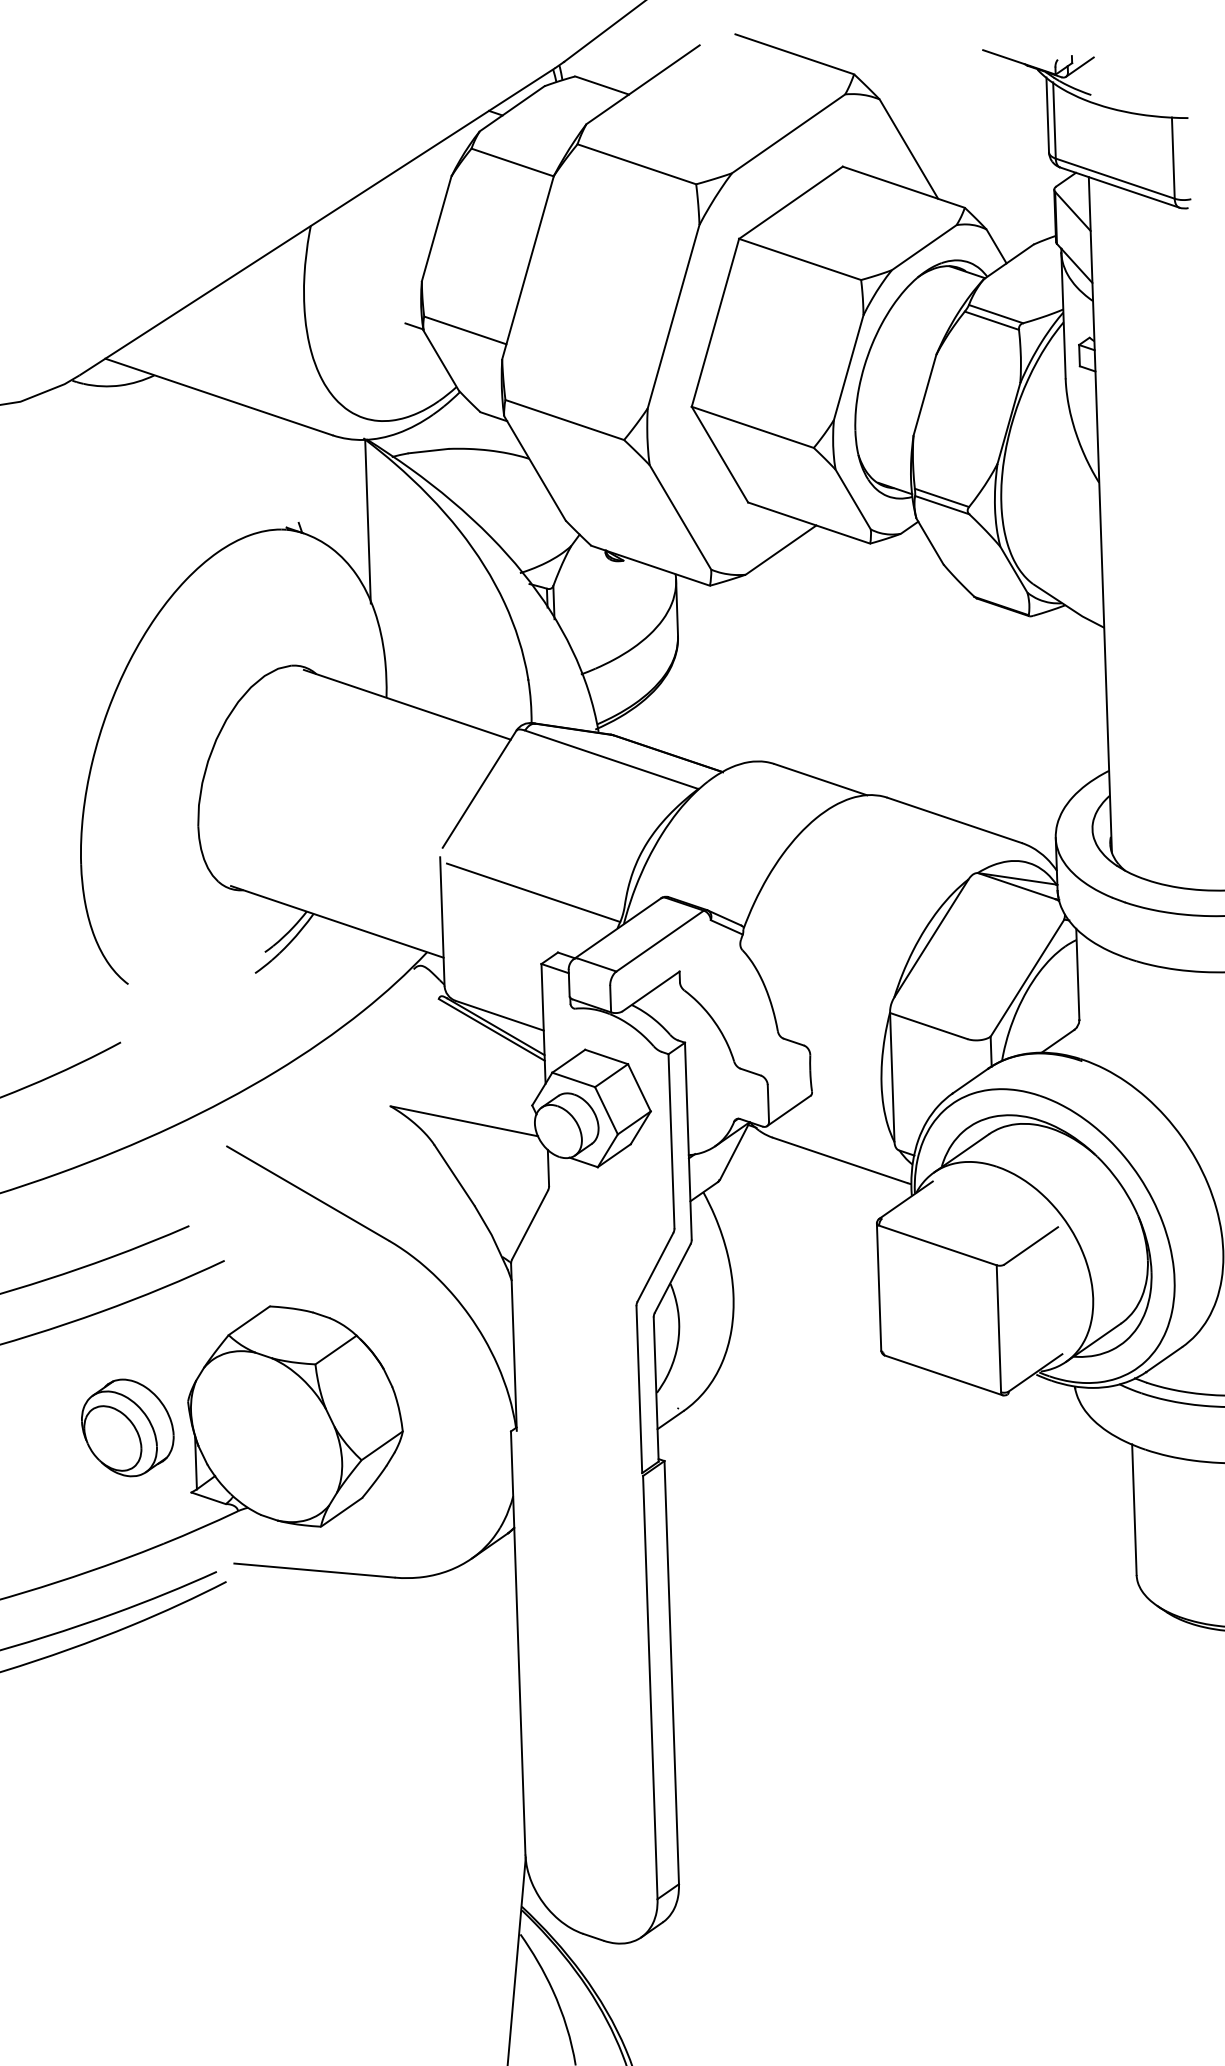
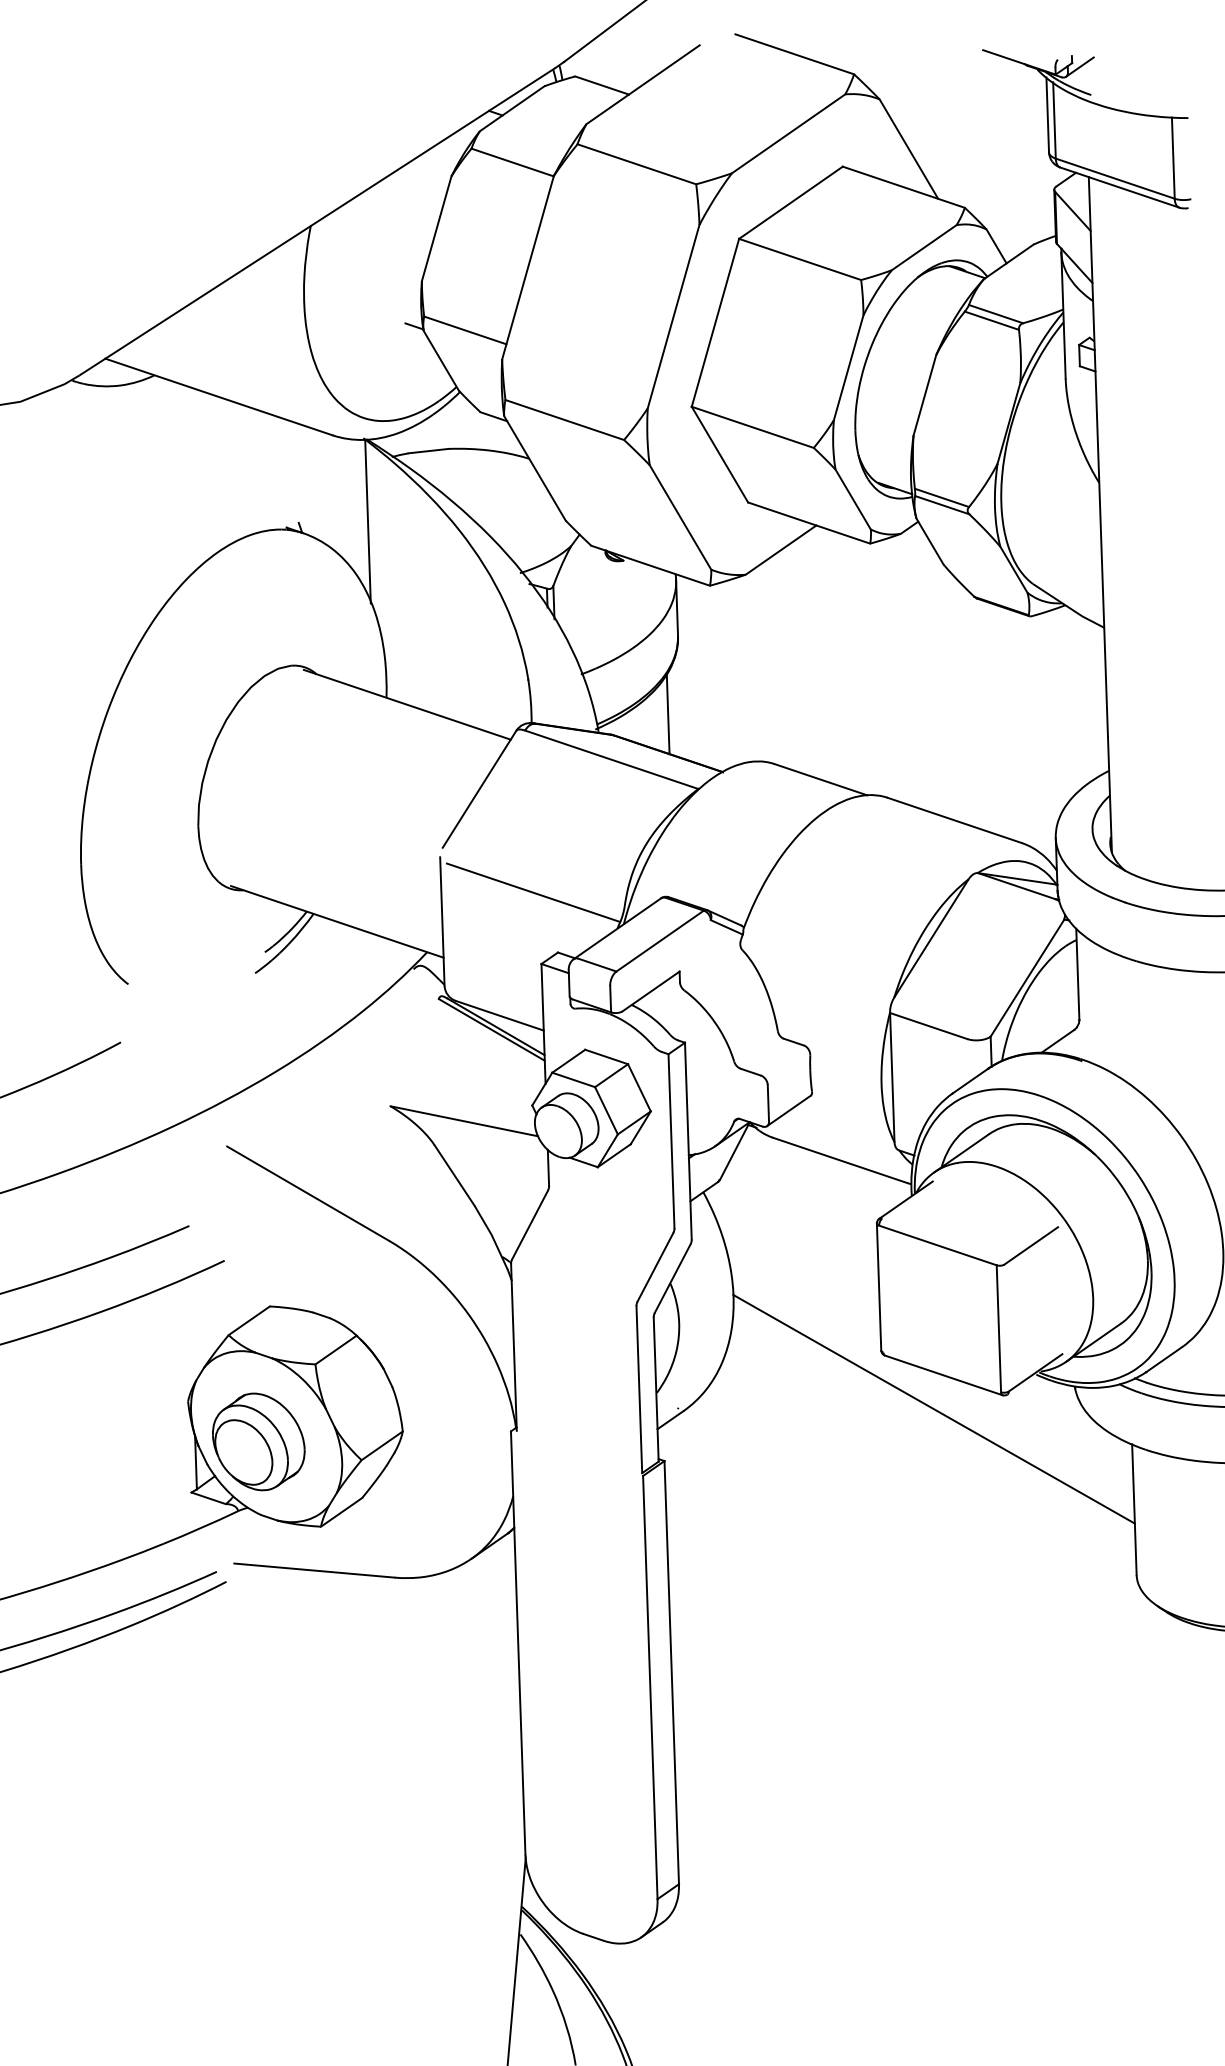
line at (667, 714): none -> present
line at (933, 1408): none -> present
part at (127, 1427) position: (127, 1427) -> (258, 1441)
